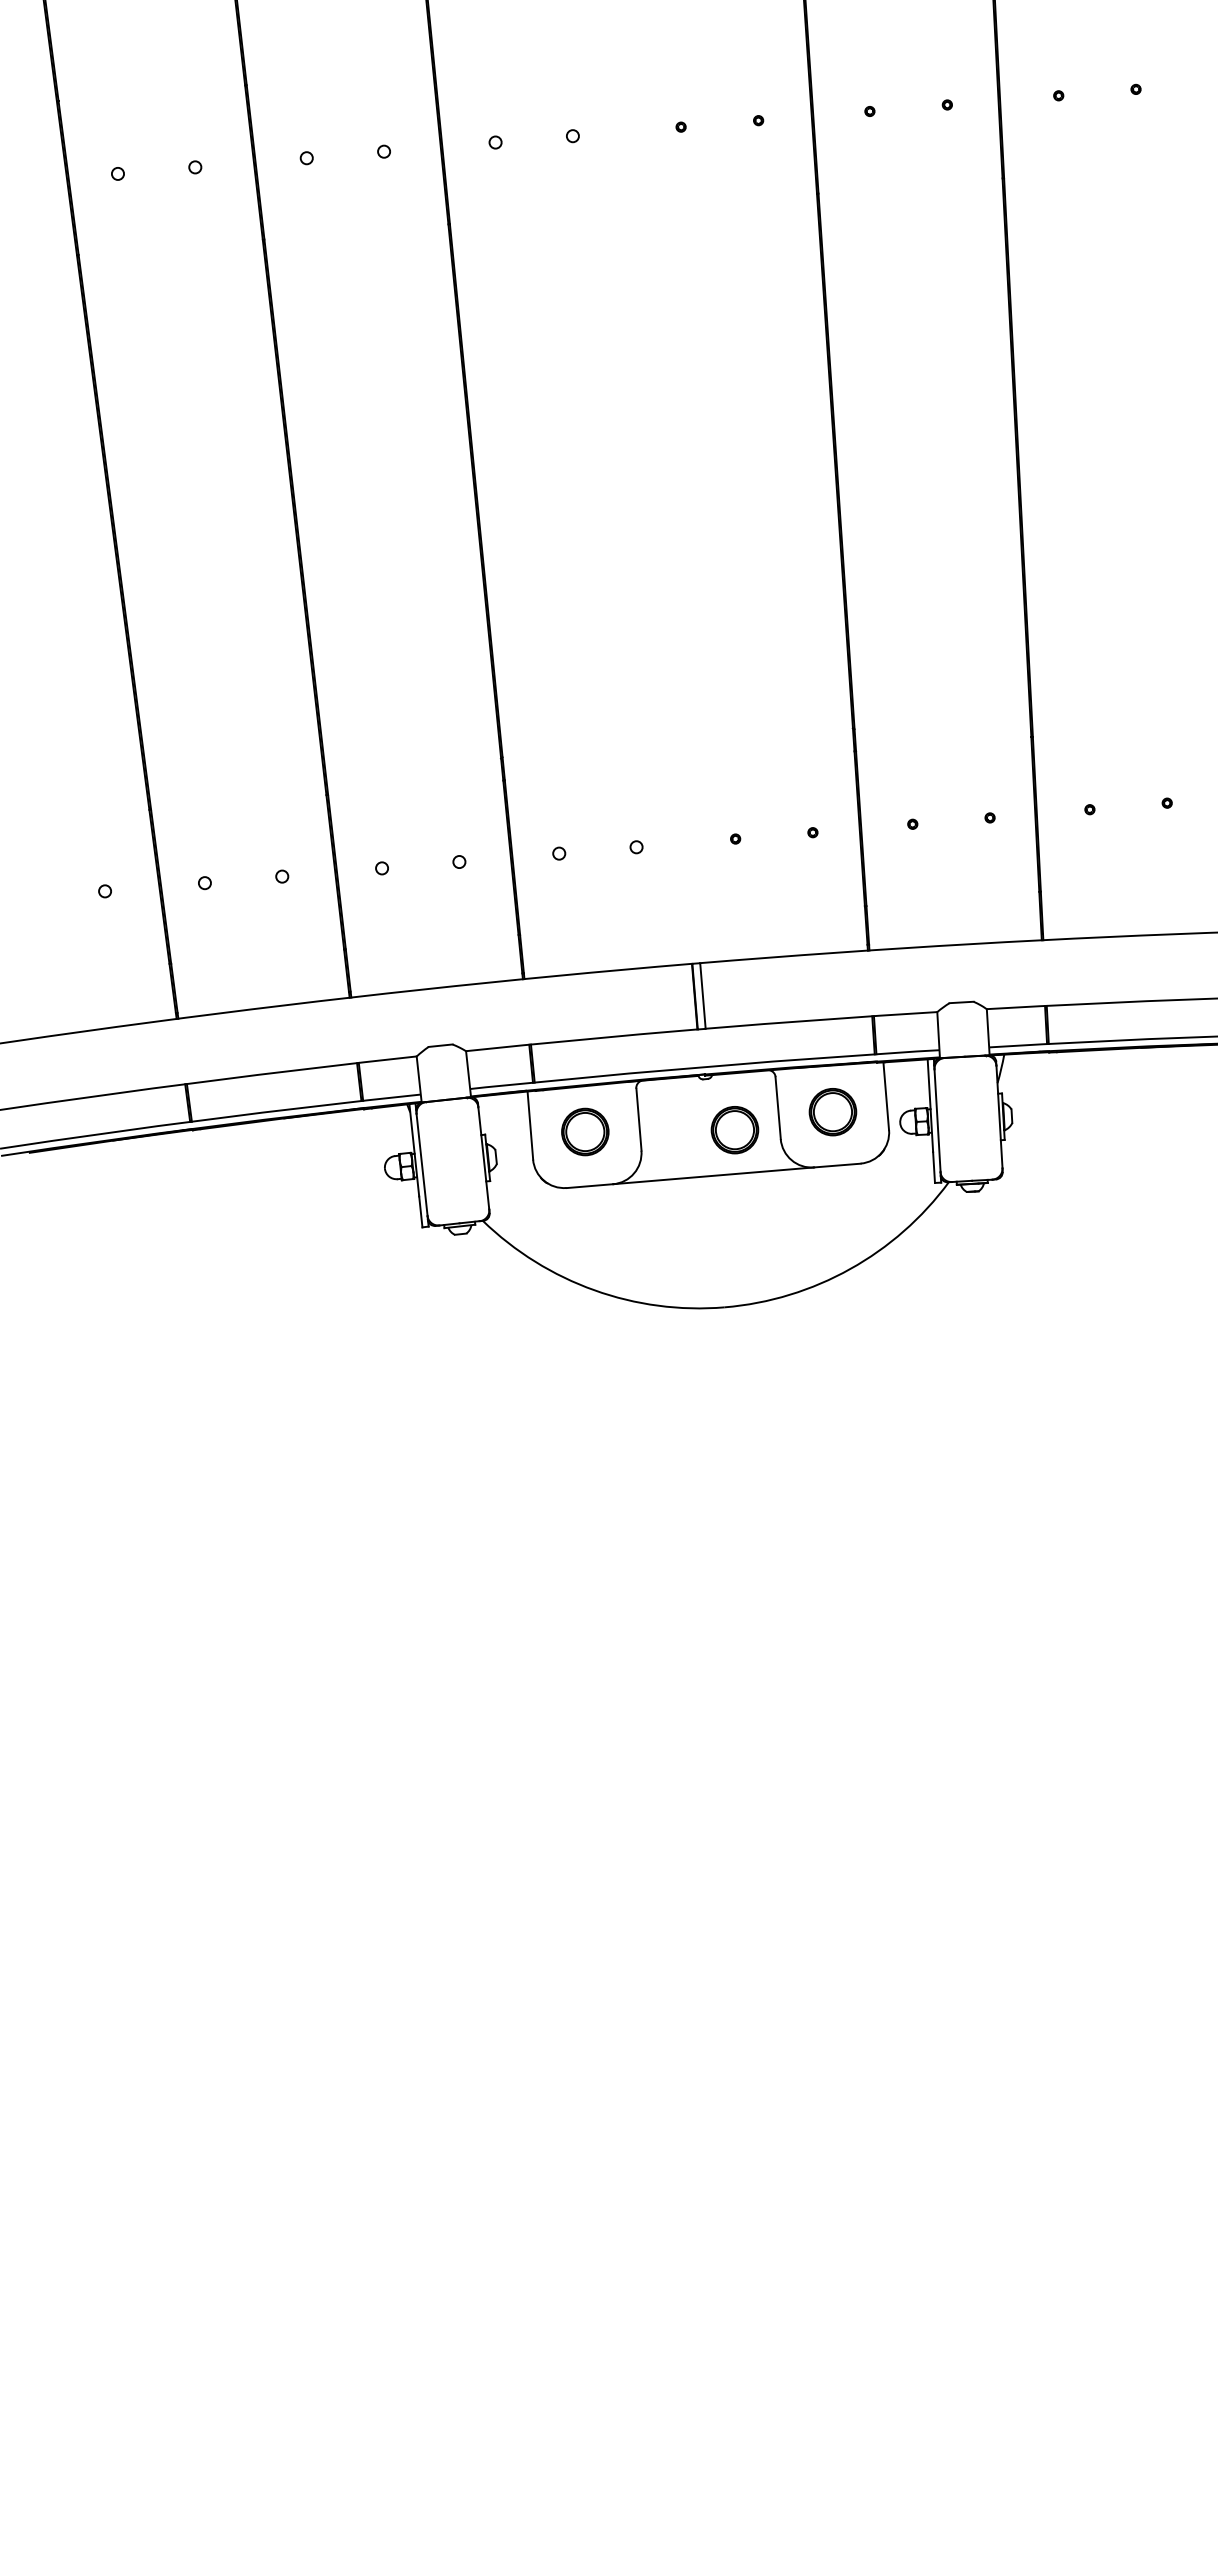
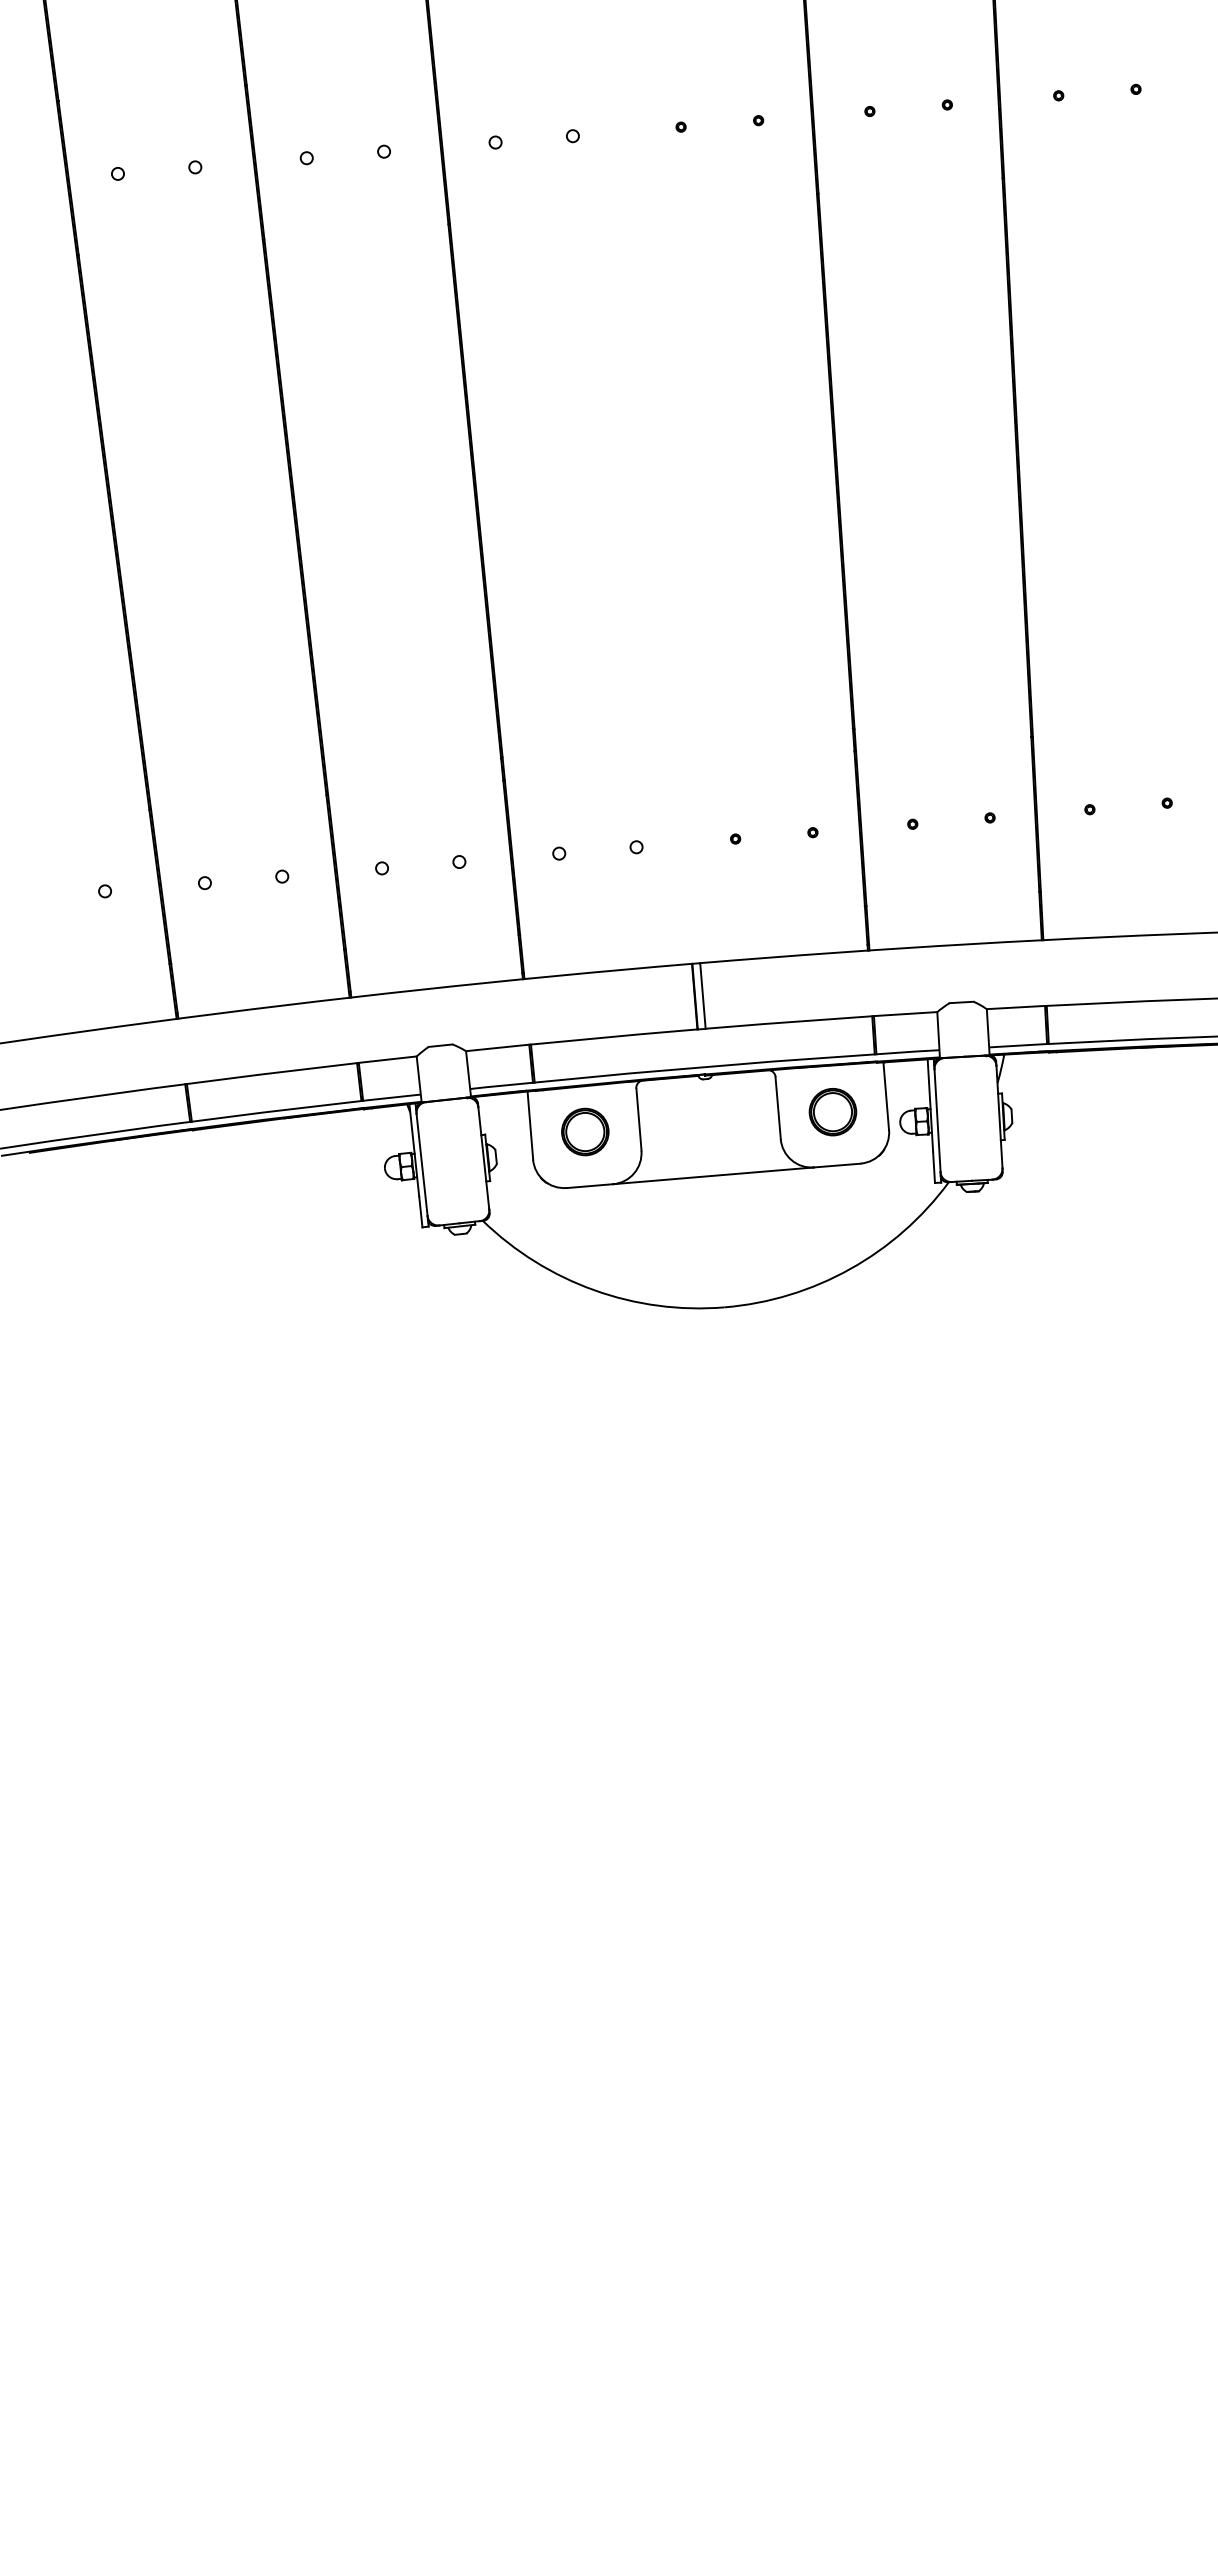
part at (734, 1130): present -> none
